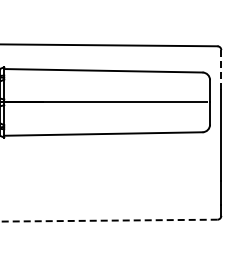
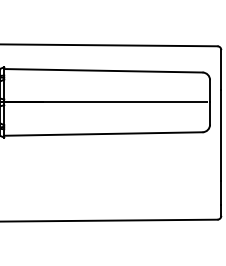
line at (221, 70): dashed -> solid
line at (109, 220): dashed -> solid
